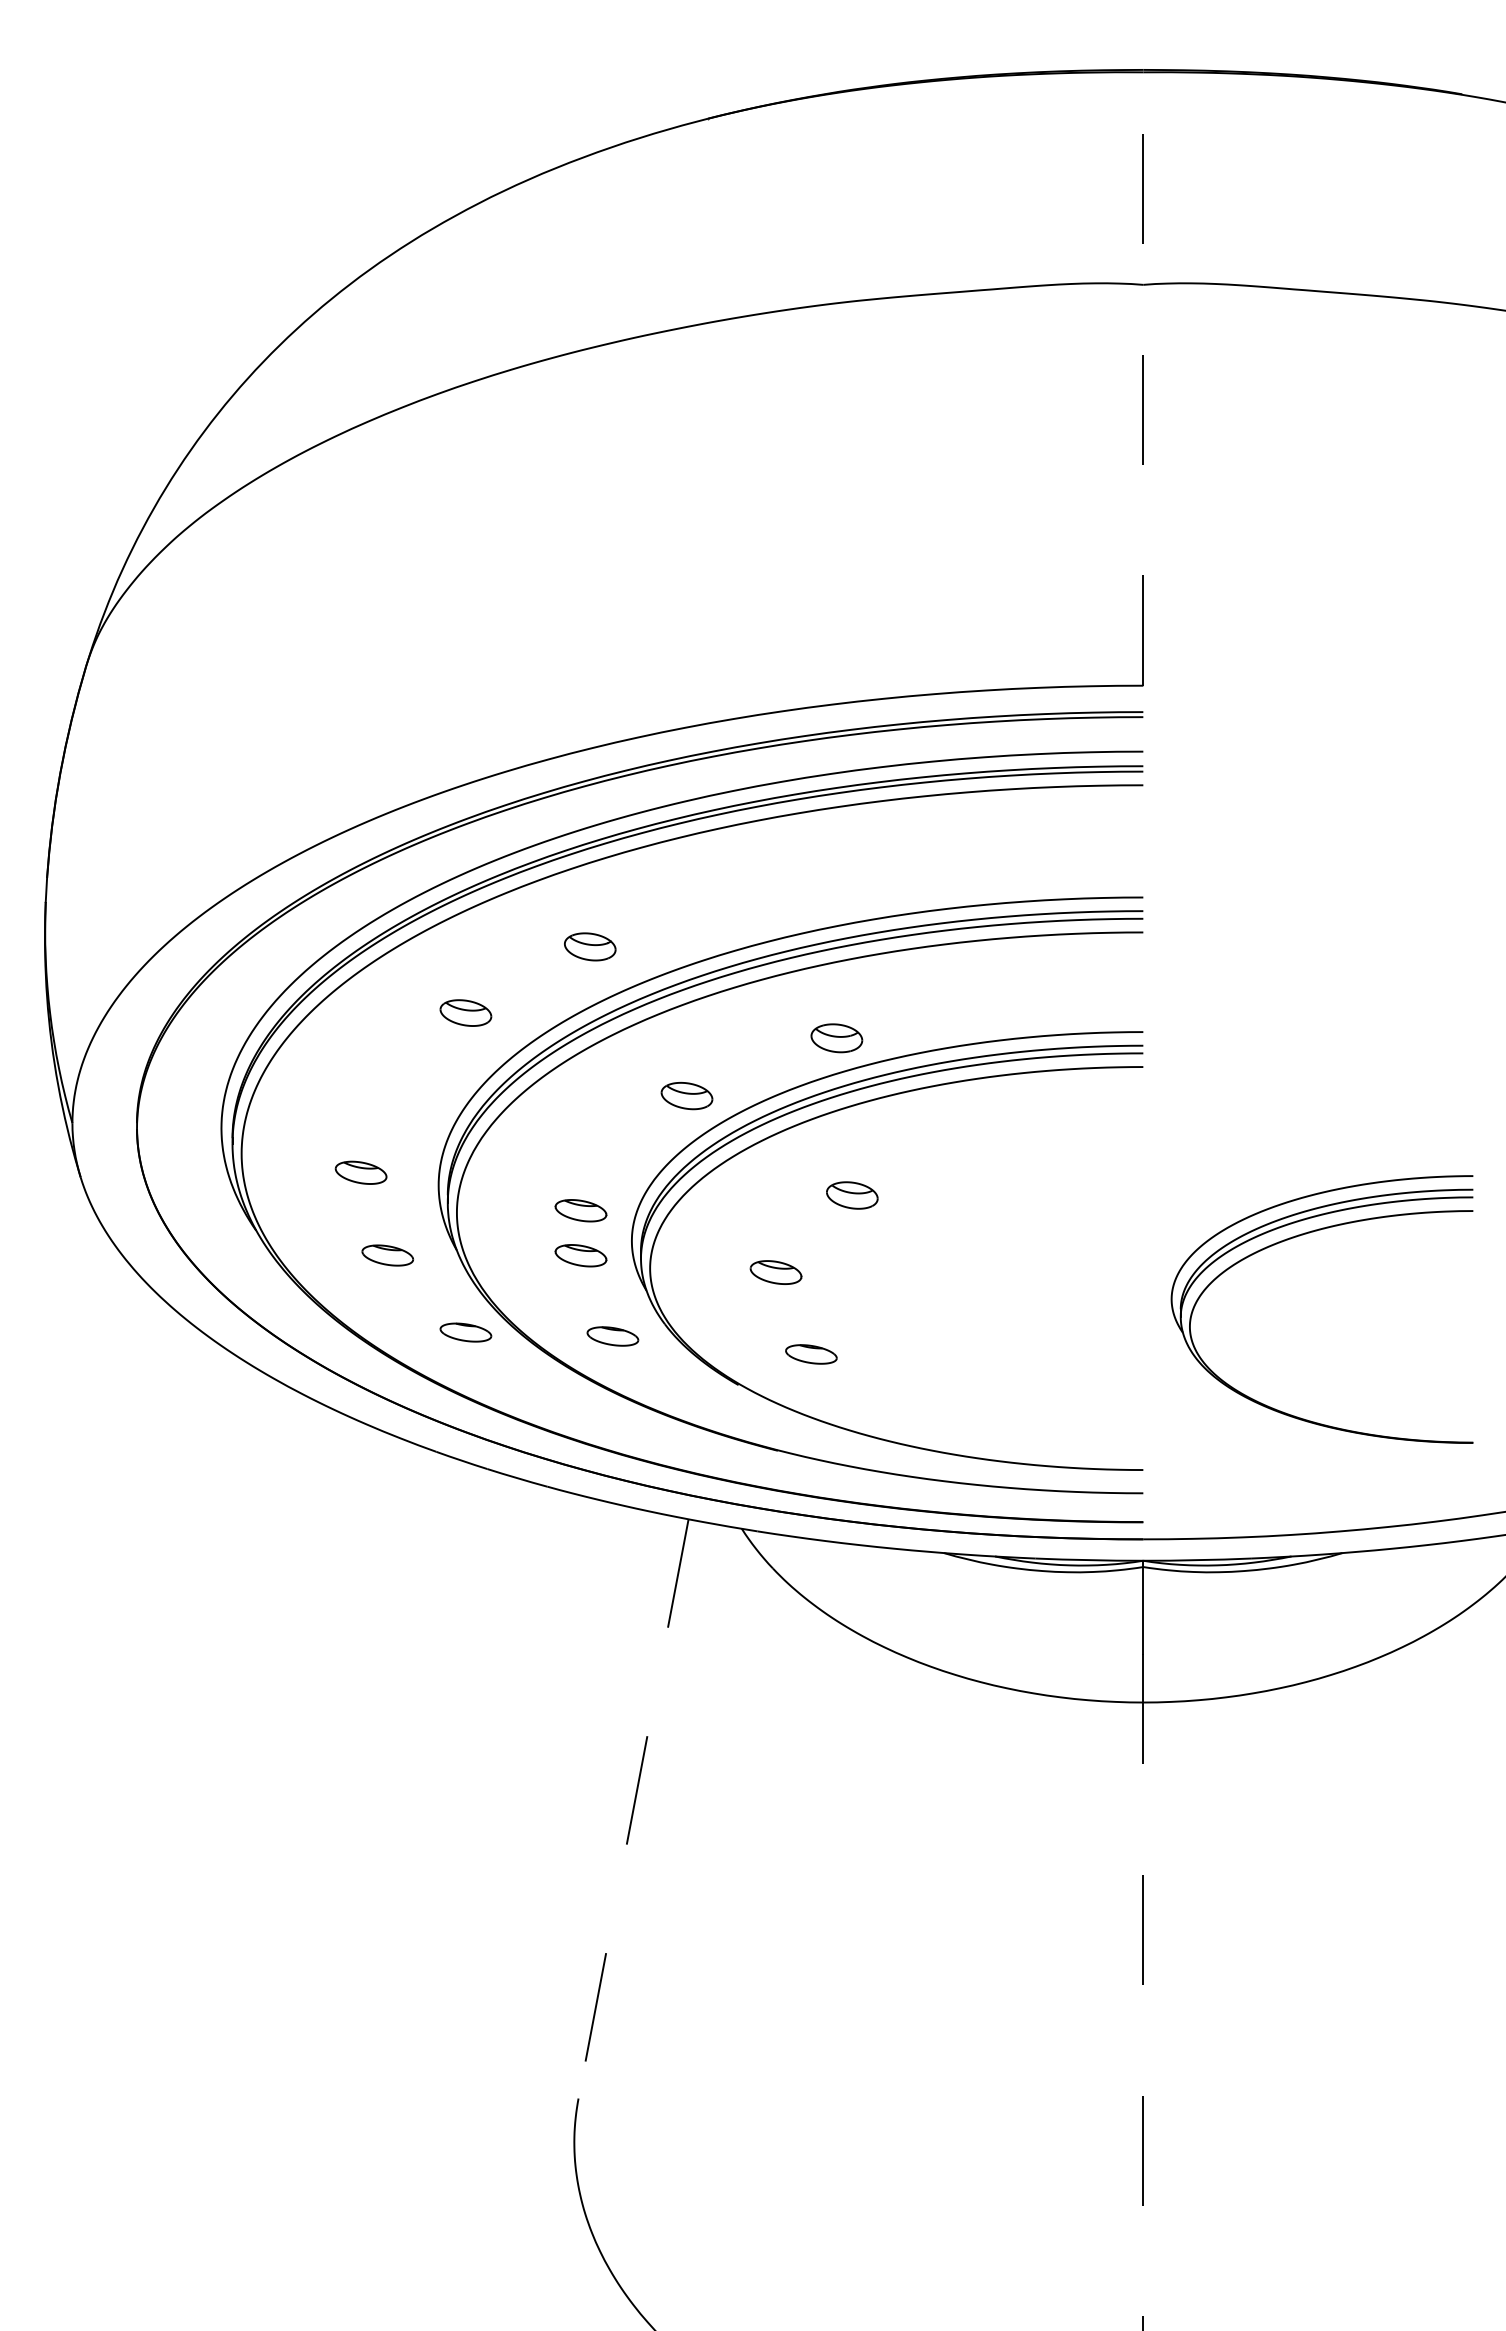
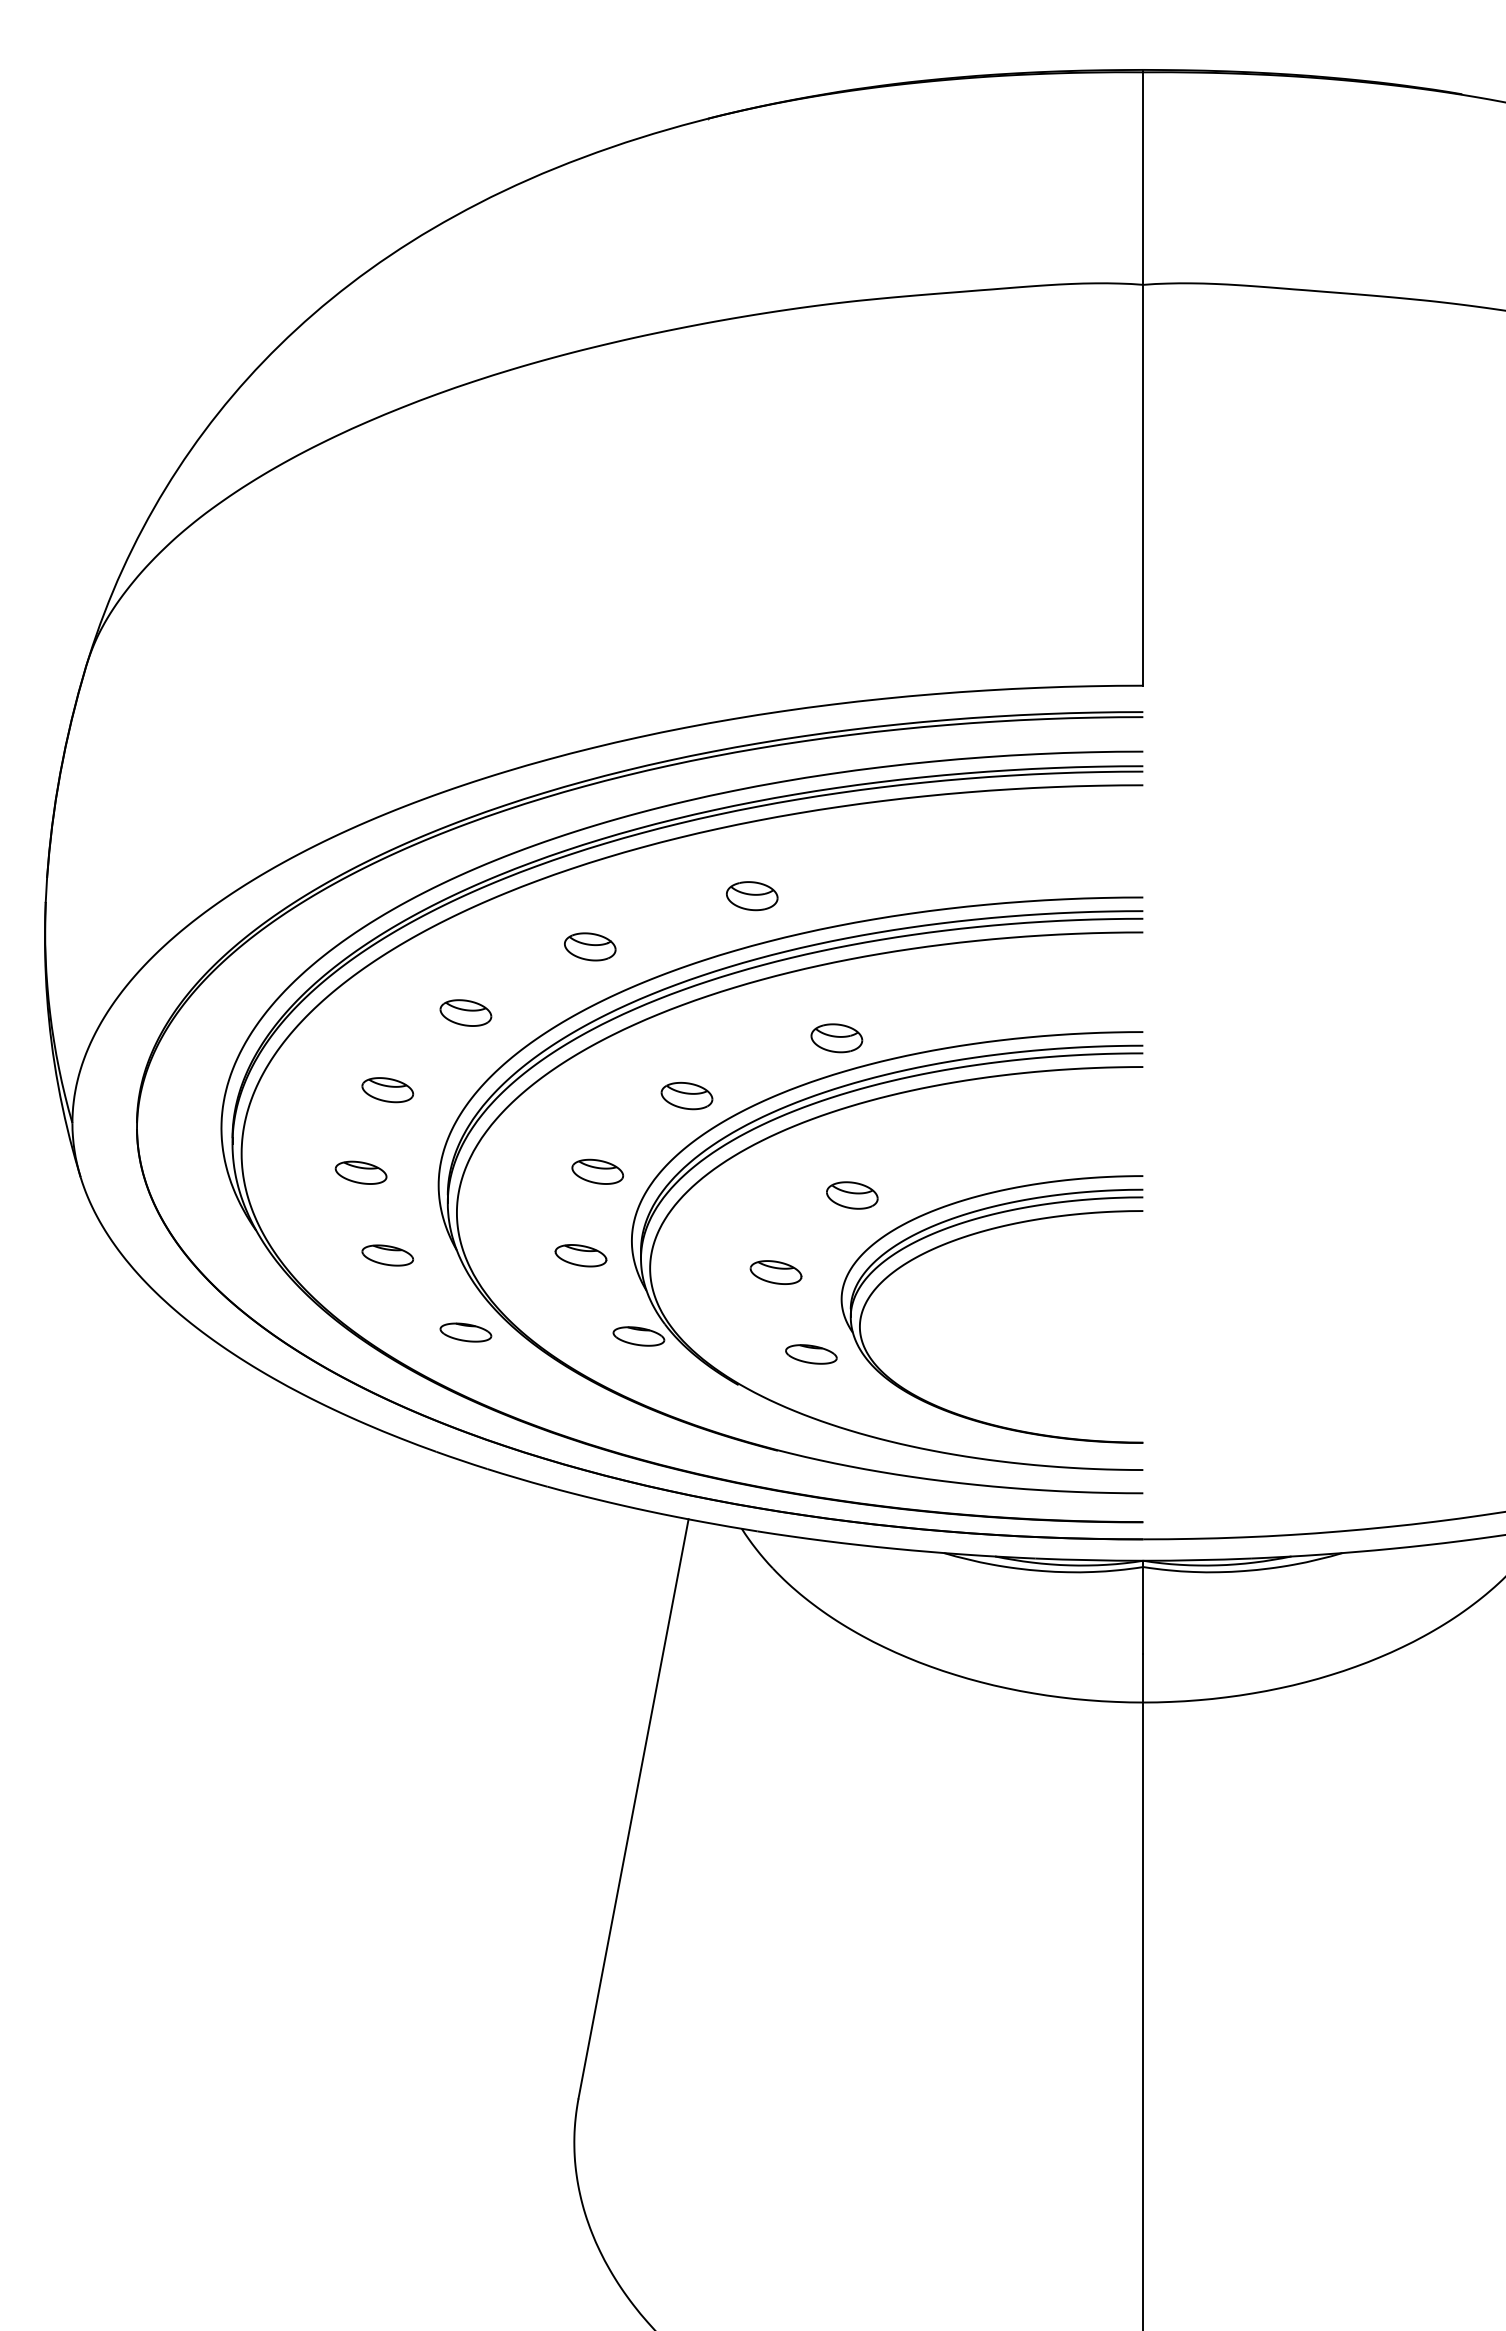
line at (1143, 377): dashed -> solid
part at (752, 896): none -> present
part at (387, 1090): none -> present
part at (597, 1171): none -> present
part at (580, 1210): present -> none
part at (1303, 1235) position: (1303, 1235) -> (973, 1235)
part at (612, 1336) position: (612, 1336) -> (638, 1336)
line at (633, 1808): dashed -> solid
line at (1143, 1992): dashed -> solid
